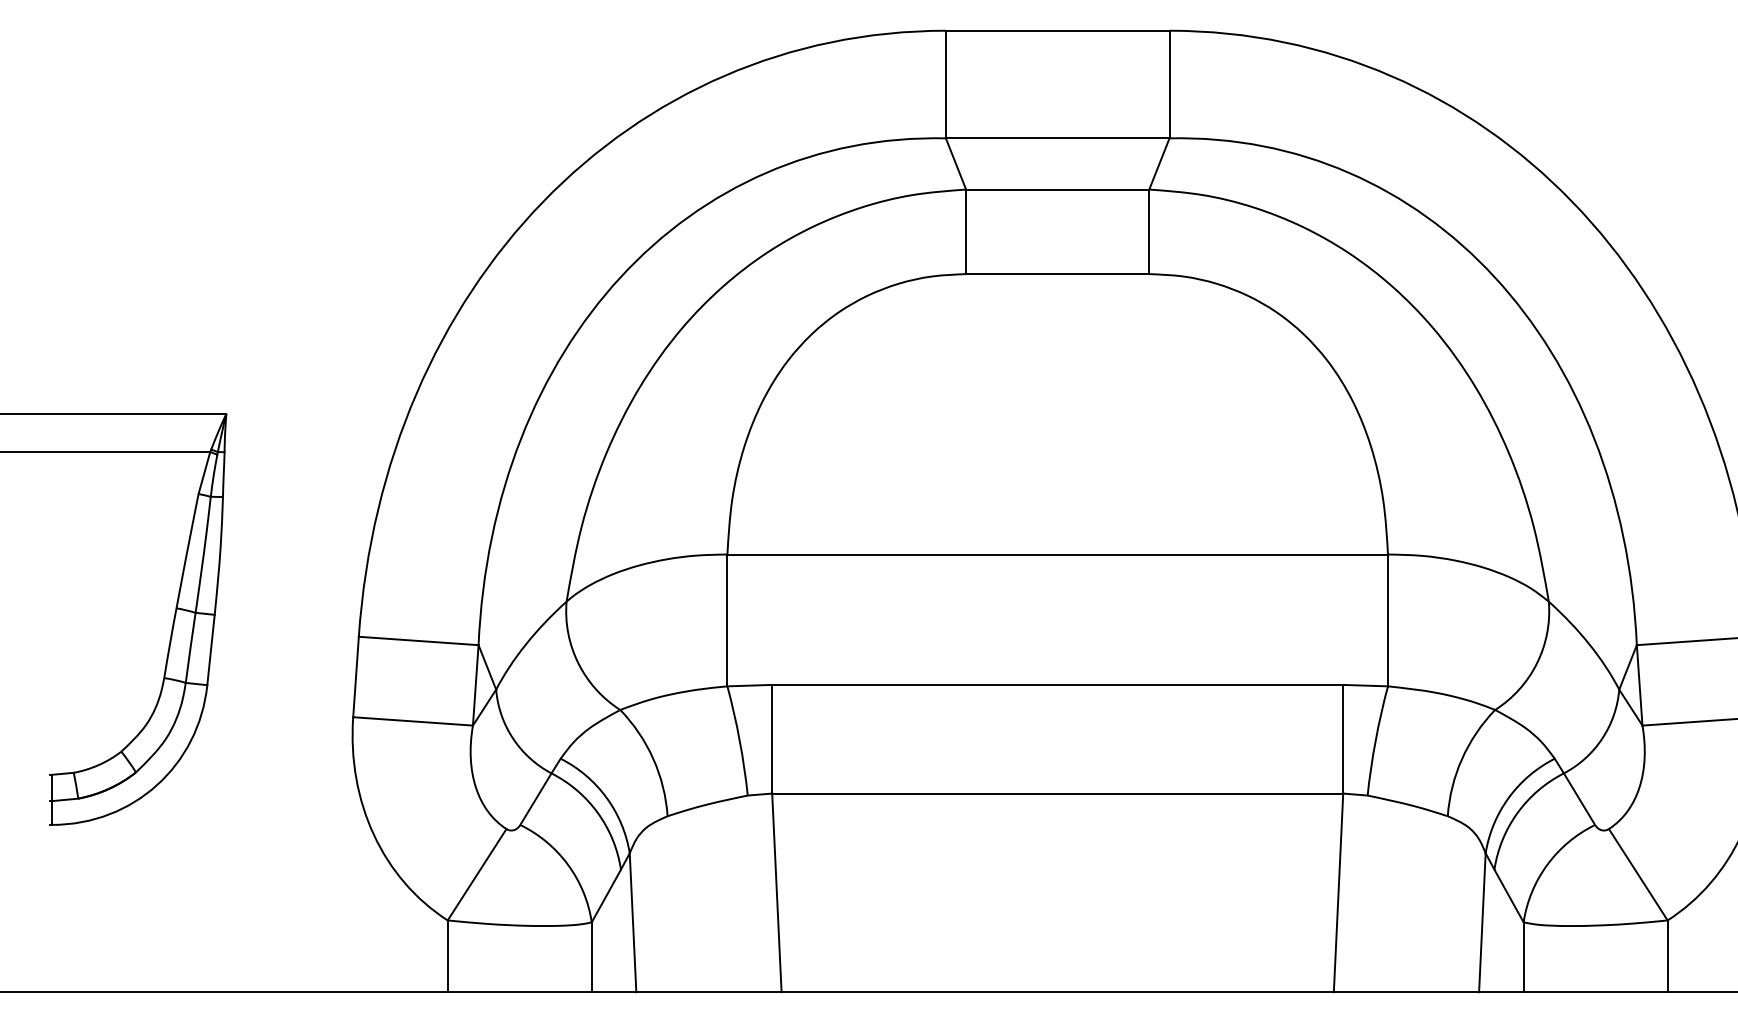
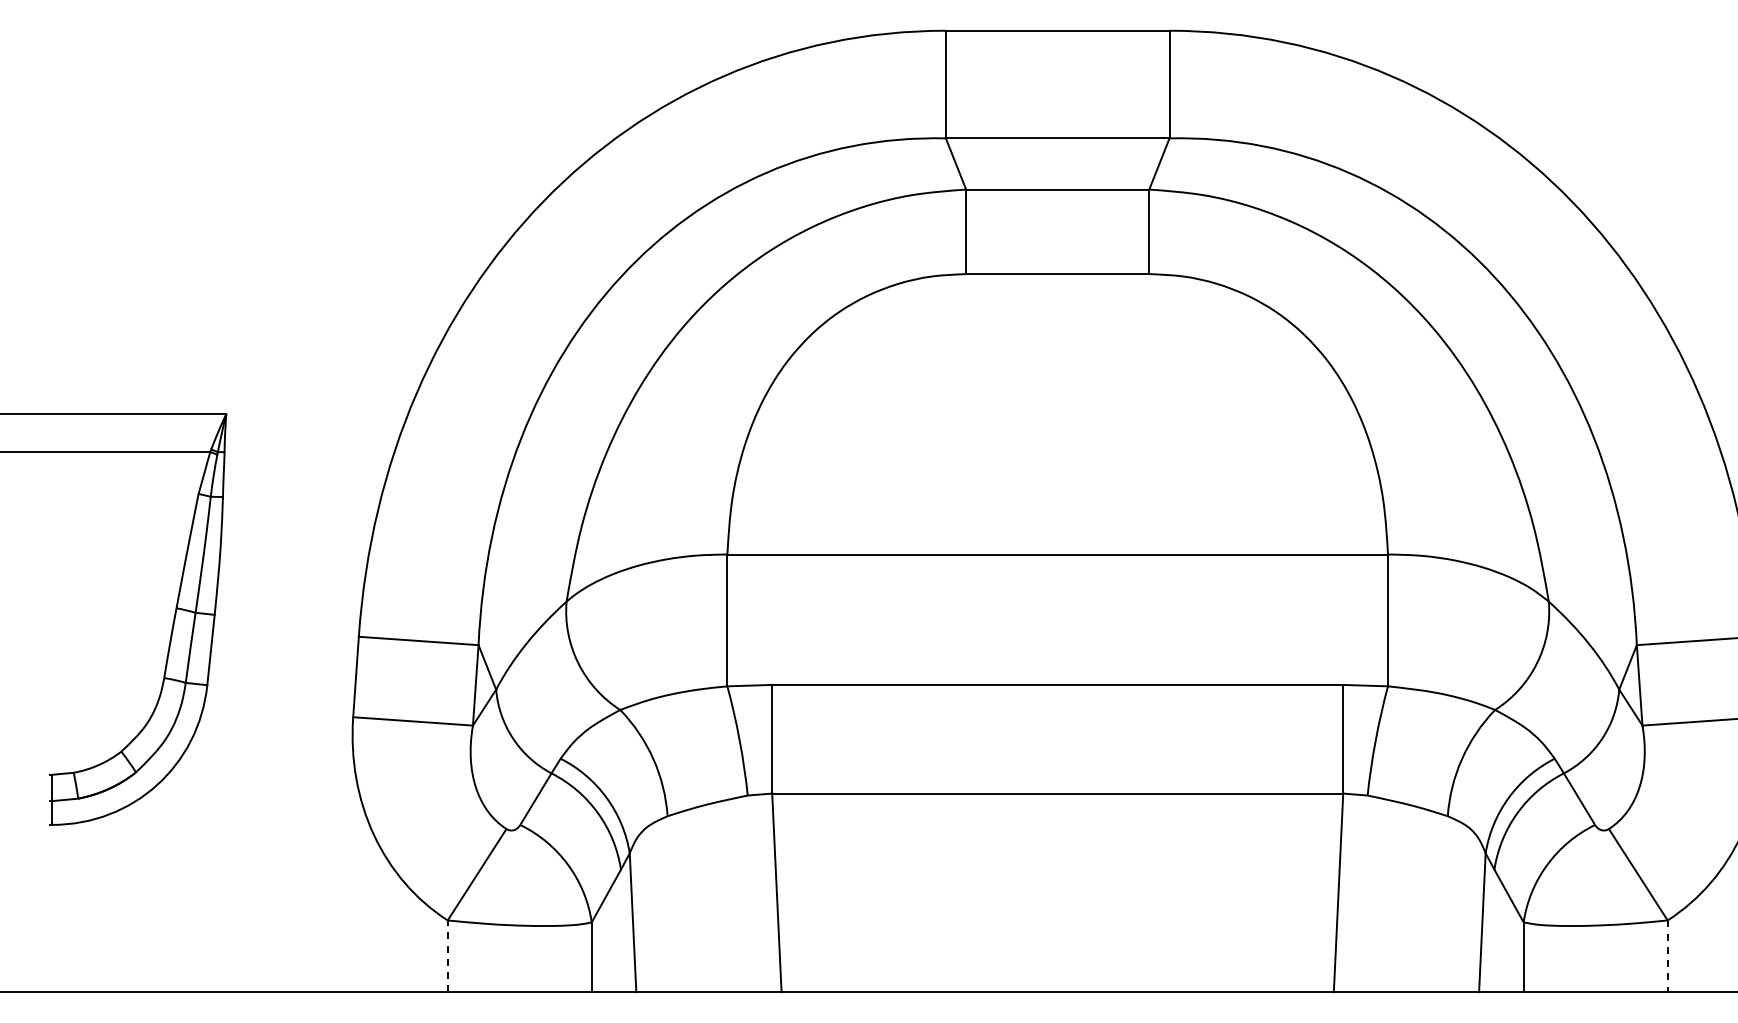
line at (447, 956): solid -> dashed
line at (1667, 956): solid -> dashed
